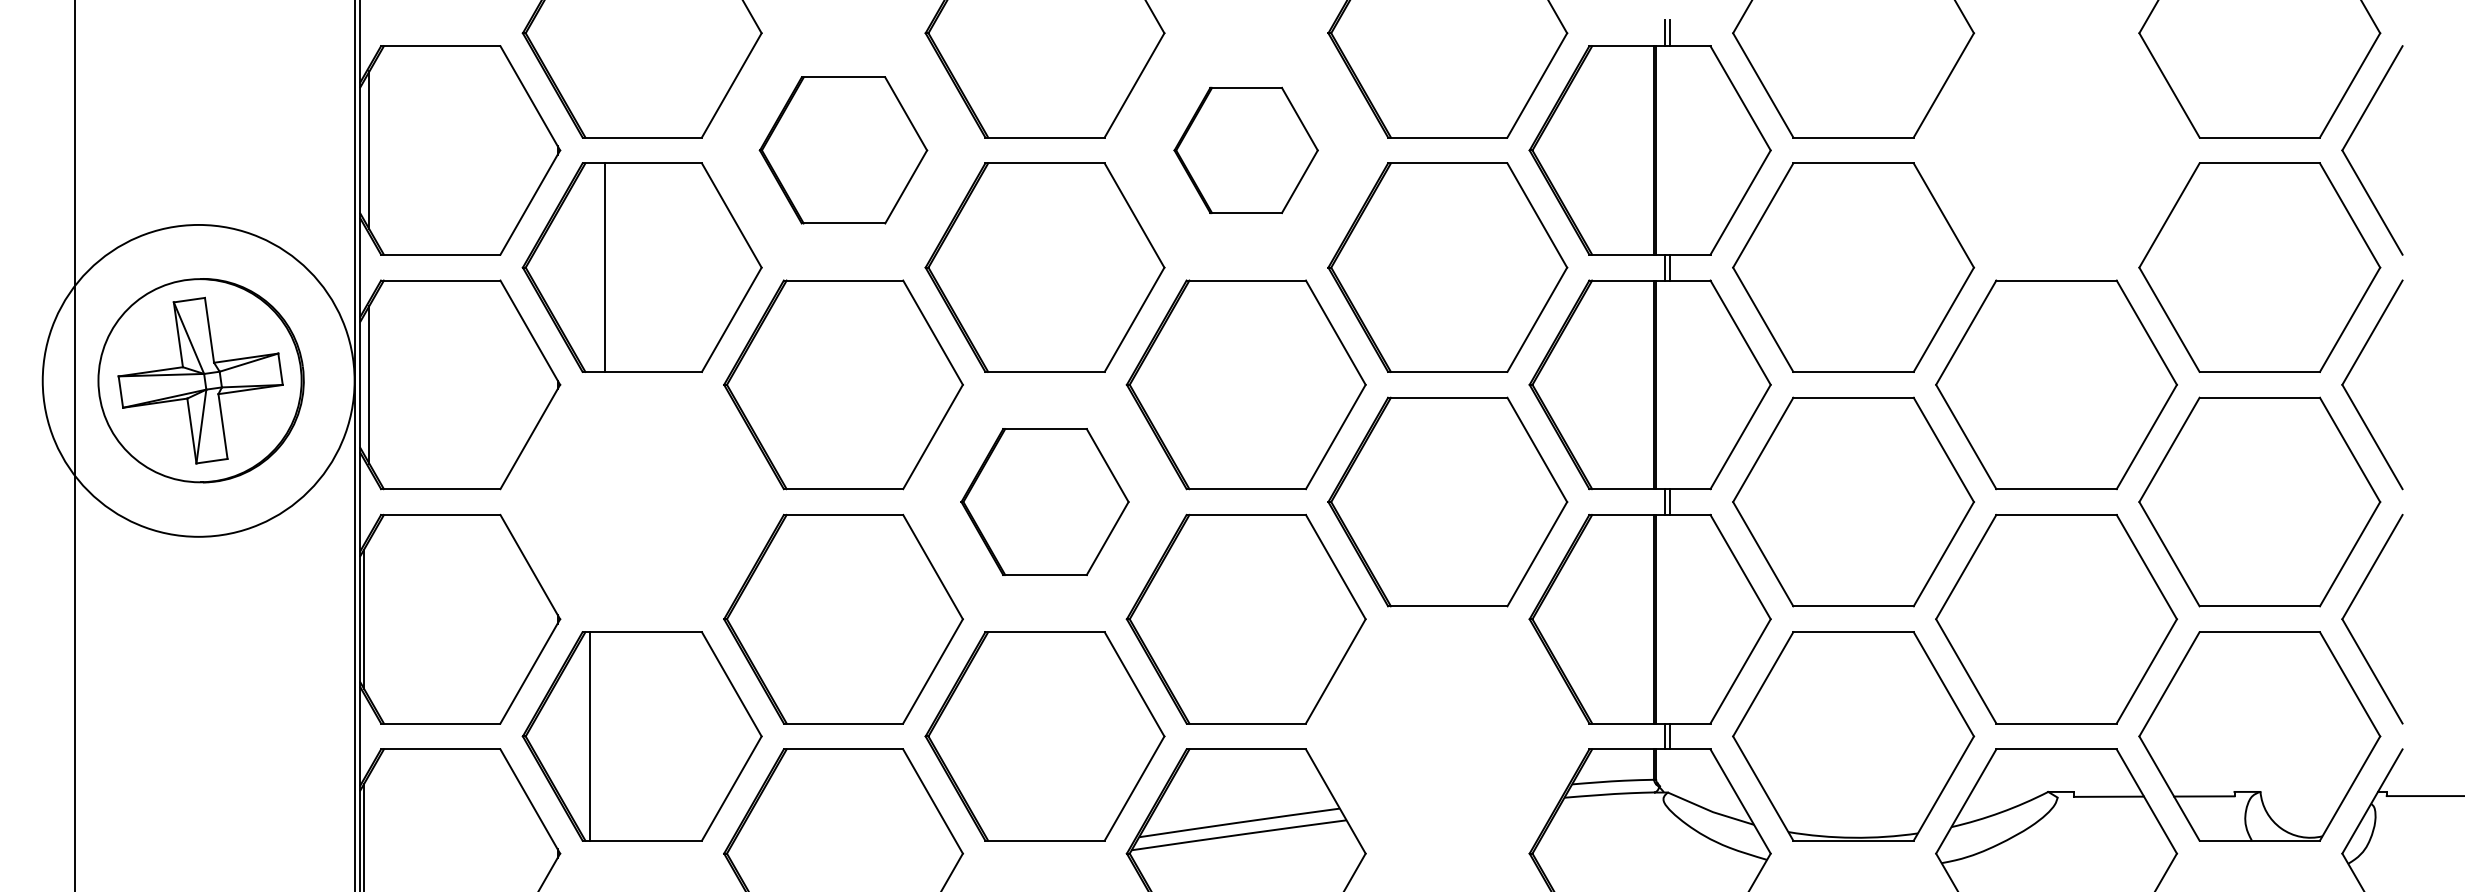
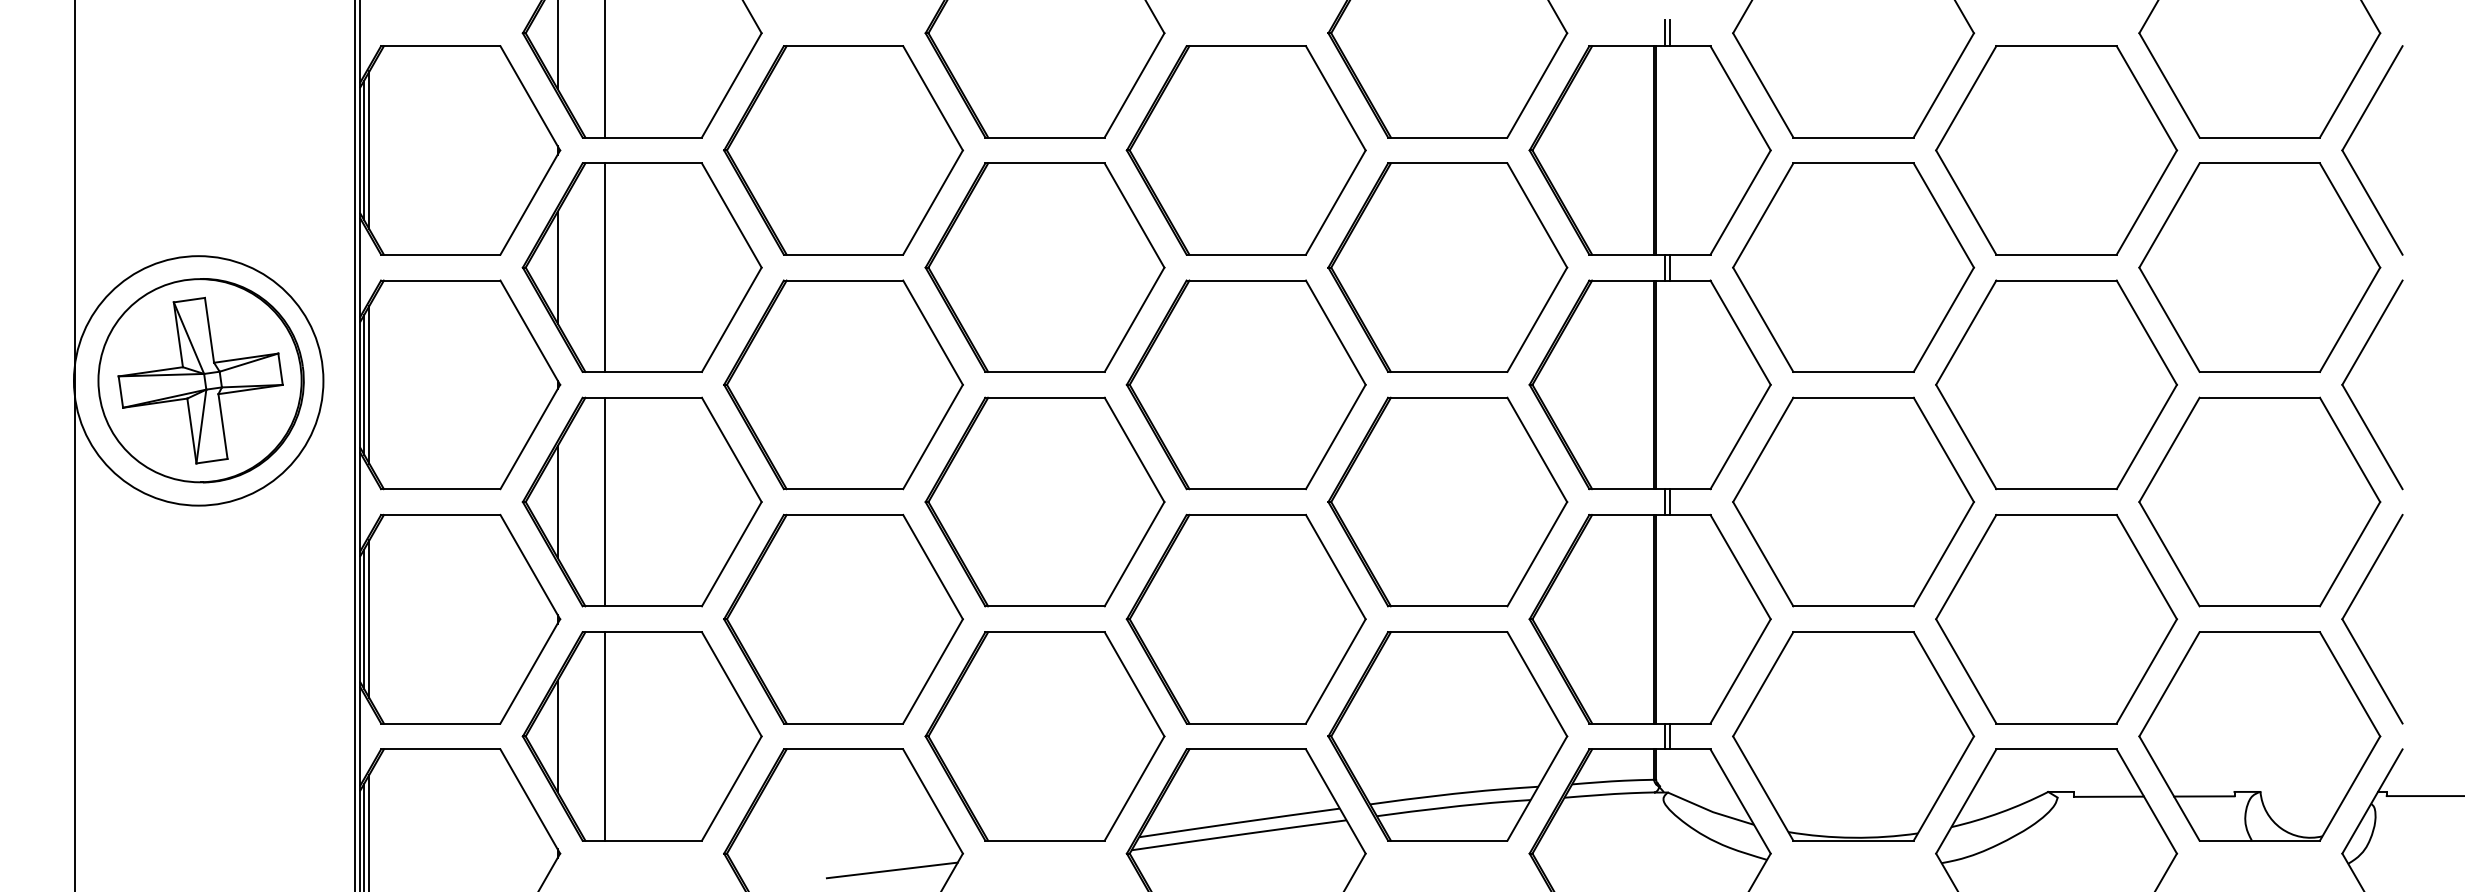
line at (557, 45): none -> present
line at (604, 69): none -> present
part at (1245, 149) size: 146x128 px -> 242x211 px
line at (364, 150): none -> present
part at (843, 150) size: 171x149 px -> 241x211 px
part at (2056, 150): none -> present
line at (557, 267): none -> present
circle at (198, 380) diameter: 312 px -> 250 px
line at (364, 384): none -> present
part at (641, 501): none -> present
part at (1044, 501) size: 170x148 px -> 242x212 px
line at (369, 619): none -> present
line at (557, 736): none -> present
line at (589, 736) position: (589, 736) -> (604, 736)
part at (1447, 736): none -> present
line at (369, 831): none -> present
line at (891, 870): none -> present
